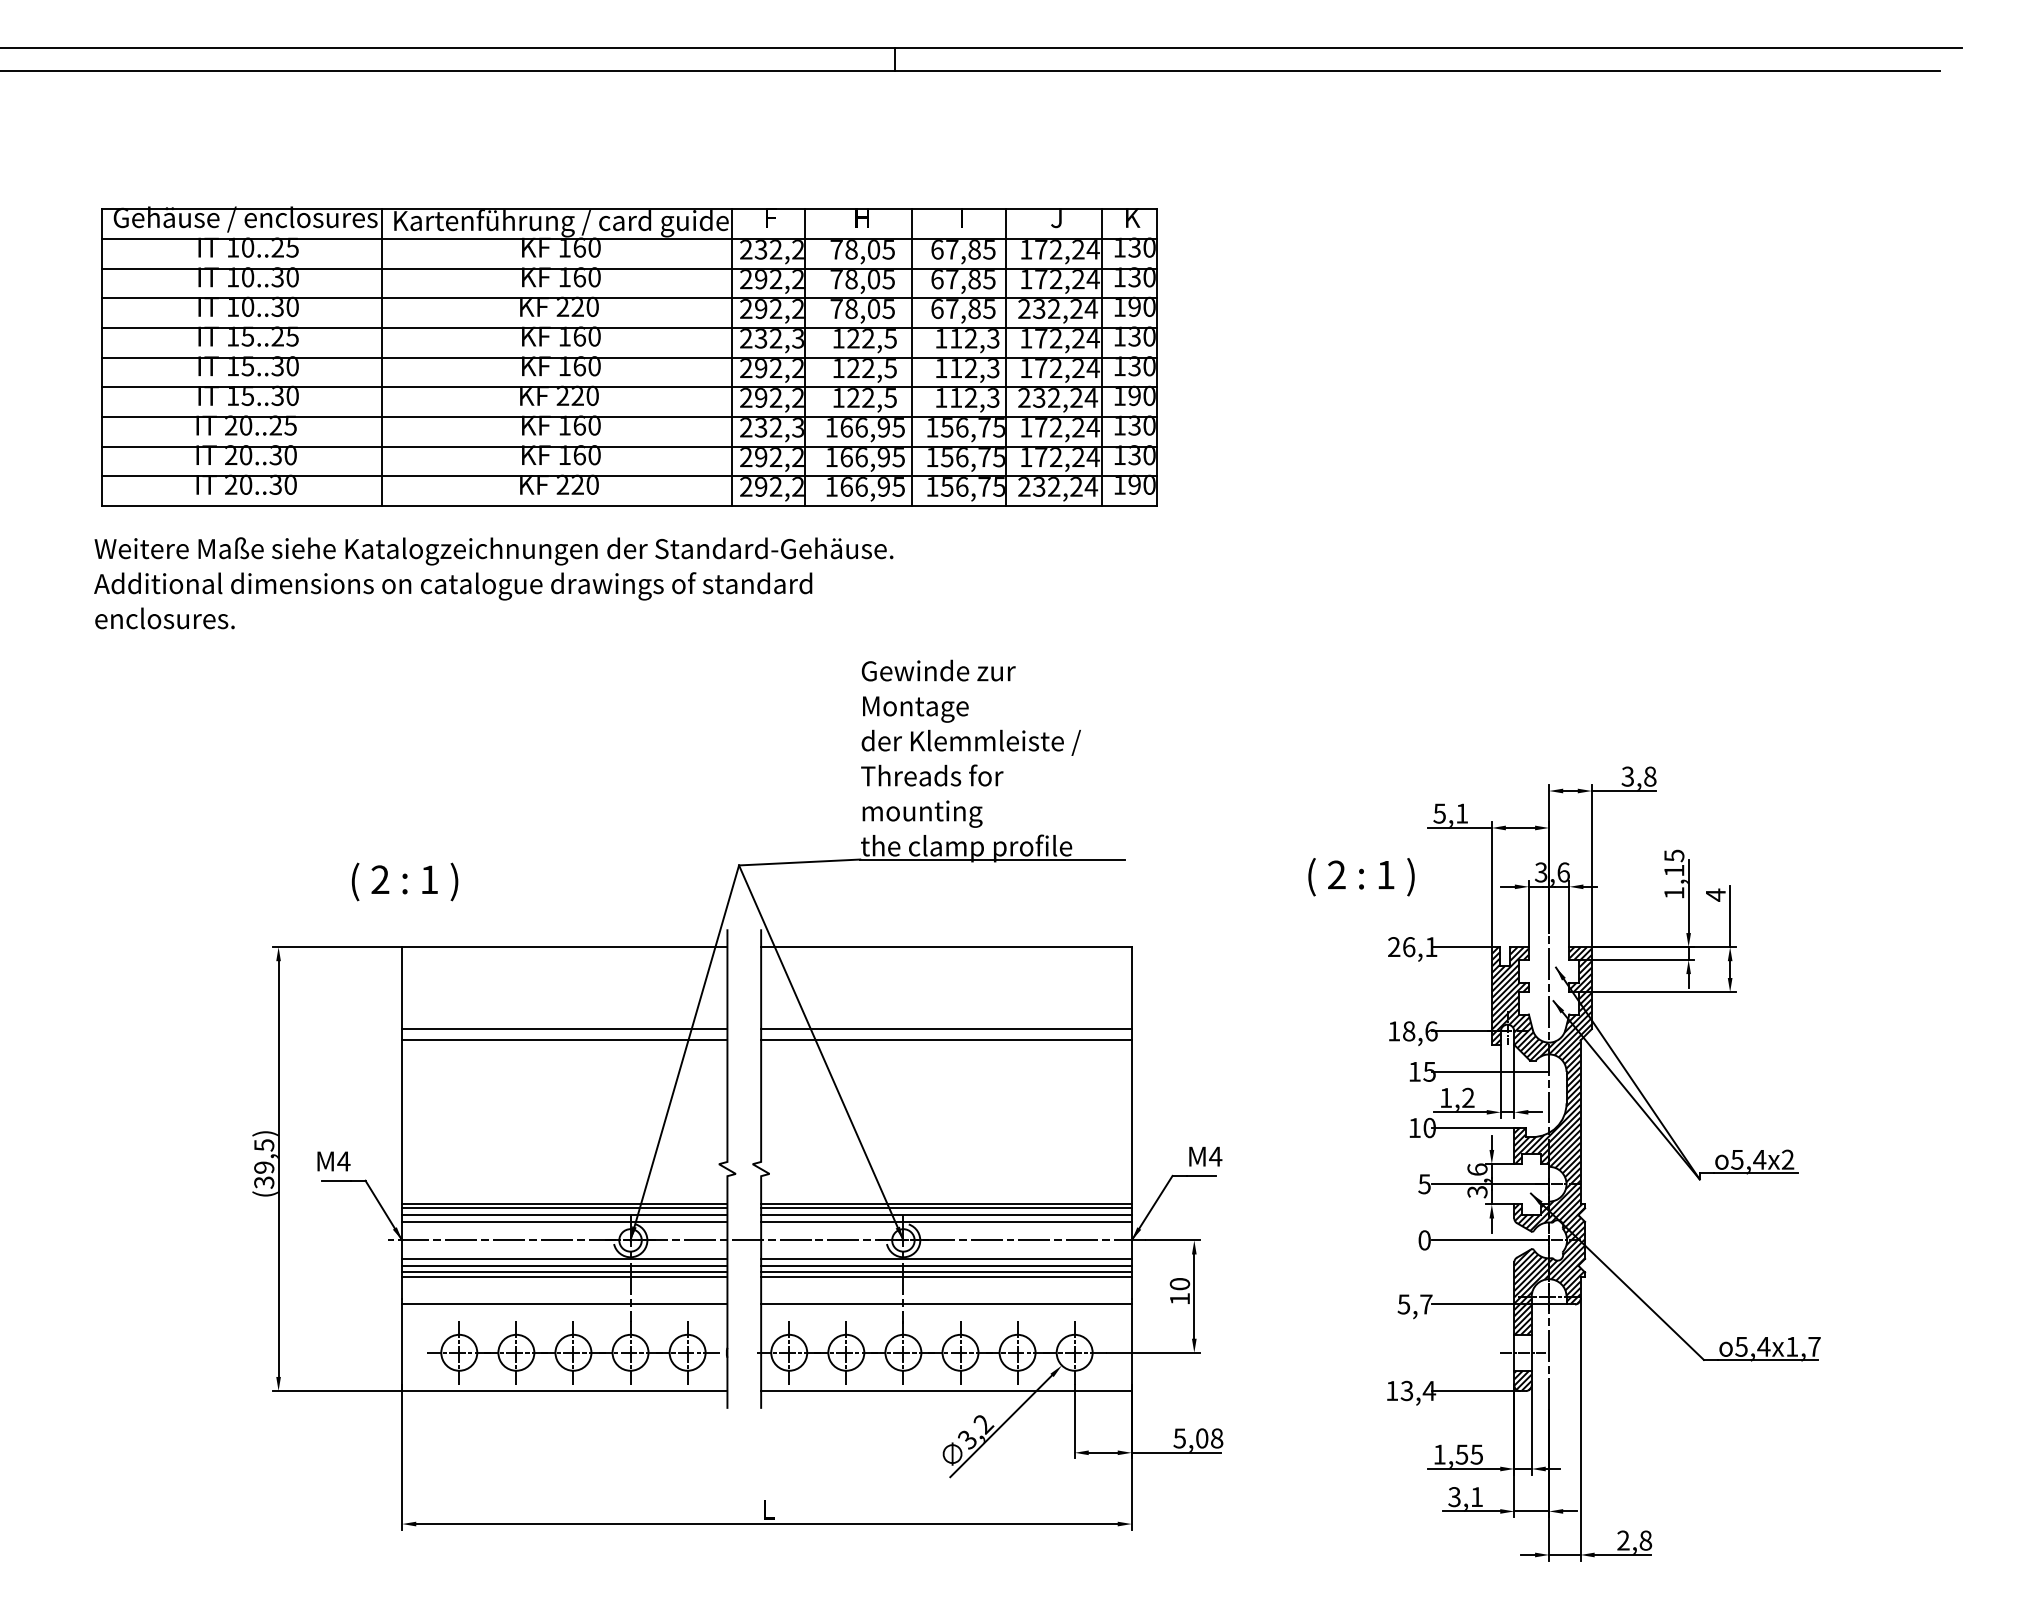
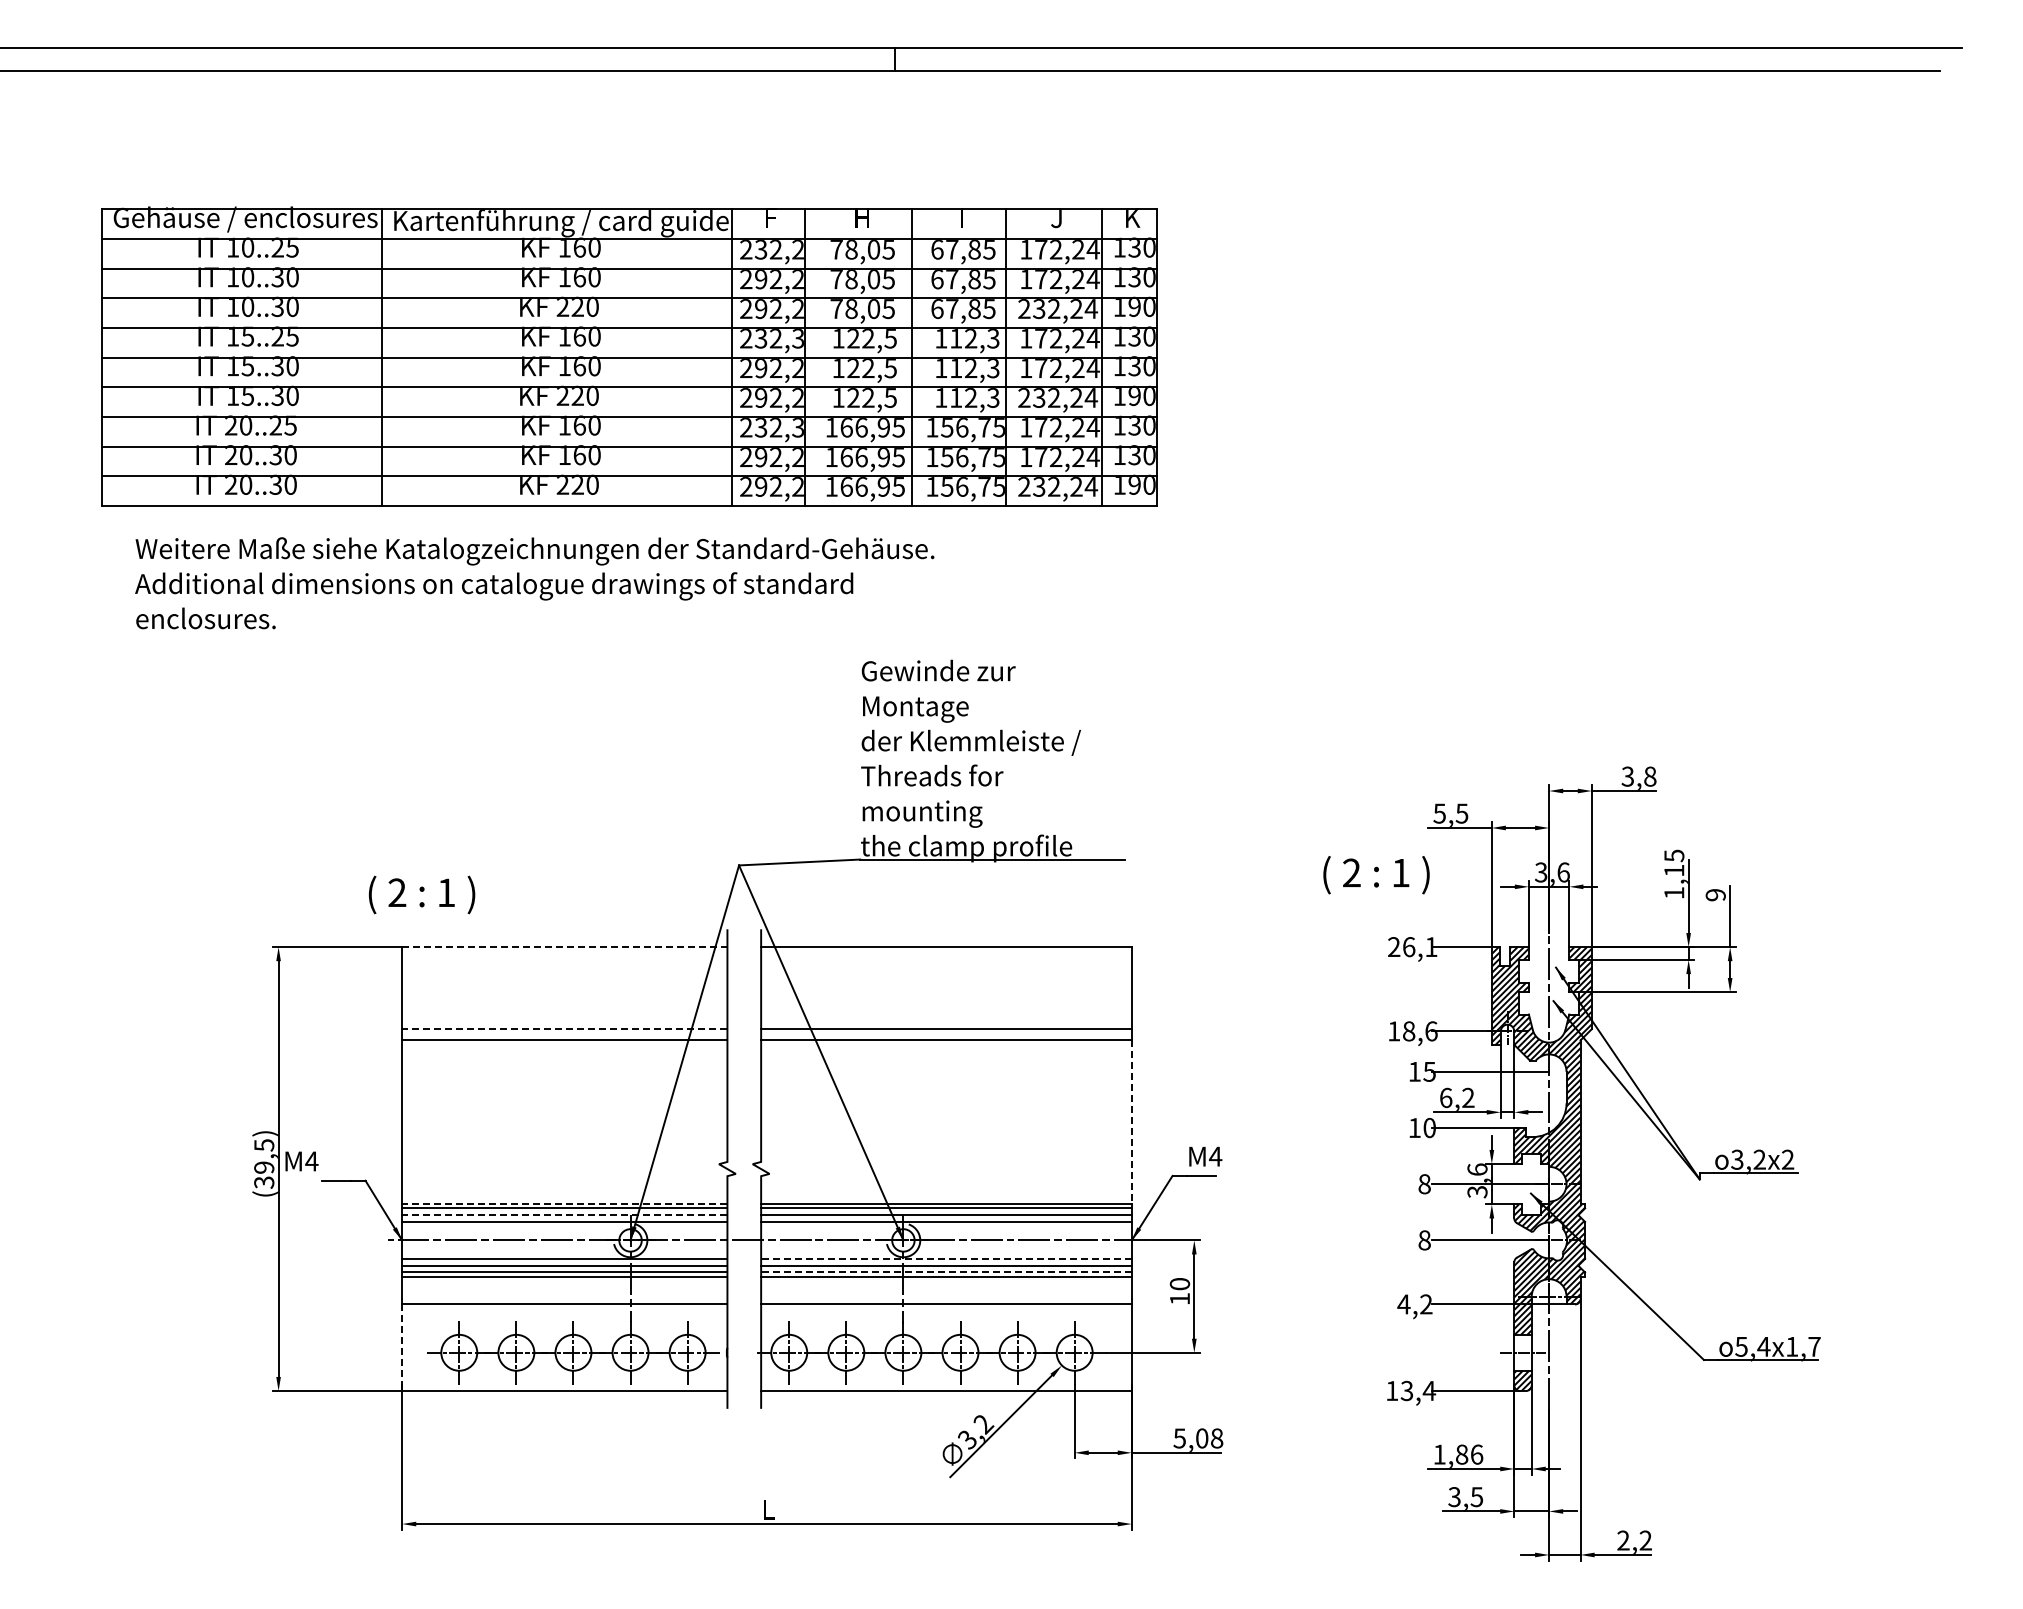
text at (493, 583) position: (493, 583) -> (534, 583)
text at (1461, 813): 5,1 -> 5,5
text at (1361, 877) position: (1361, 877) -> (1376, 875)
text at (405, 881) position: (405, 881) -> (422, 894)
text at (1715, 894): 4 -> 9
line at (564, 947): solid -> dashed
line at (564, 1029): solid -> dashed
text at (1446, 1097): 1,2 -> 6,2
line at (1131, 1122): solid -> dashed
text at (1749, 1159): 5,4x2 -> 3,2x2
text at (333, 1161) position: (333, 1161) -> (301, 1161)
text at (1424, 1184): 5 -> 8
line at (564, 1203): solid -> dashed
line at (564, 1215): solid -> dashed
text at (1424, 1240): 0 -> 8
line at (945, 1258): solid -> dashed
line at (945, 1272): solid -> dashed
text at (1414, 1304): 5,7 -> 4,2
line at (402, 1345): solid -> dashed
text at (1469, 1454): 1,55 -> 1,86
text at (1476, 1497): 3,1 -> 3,5
text at (1645, 1540): 2,8 -> 2,2
